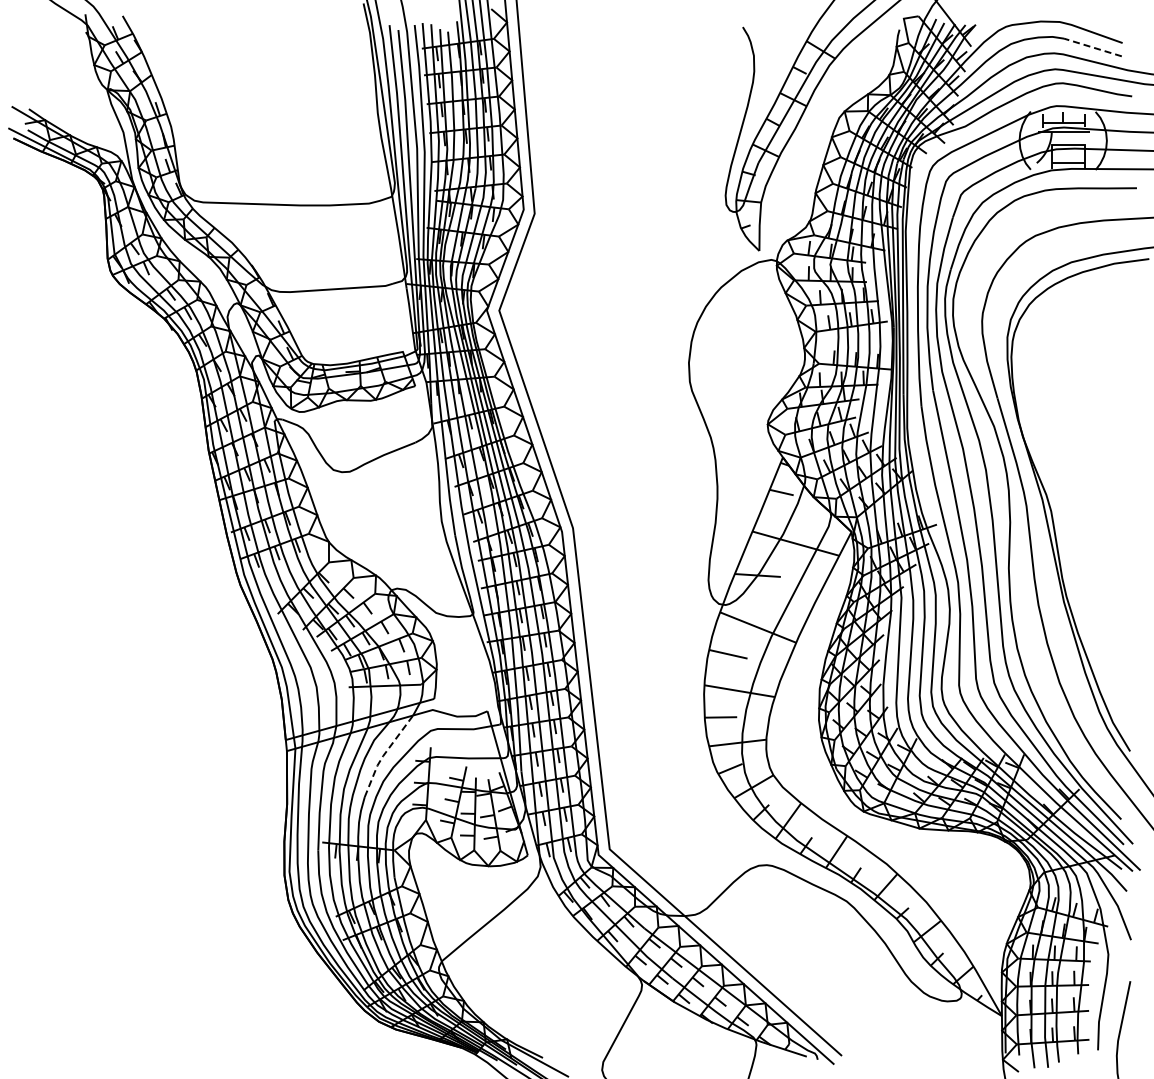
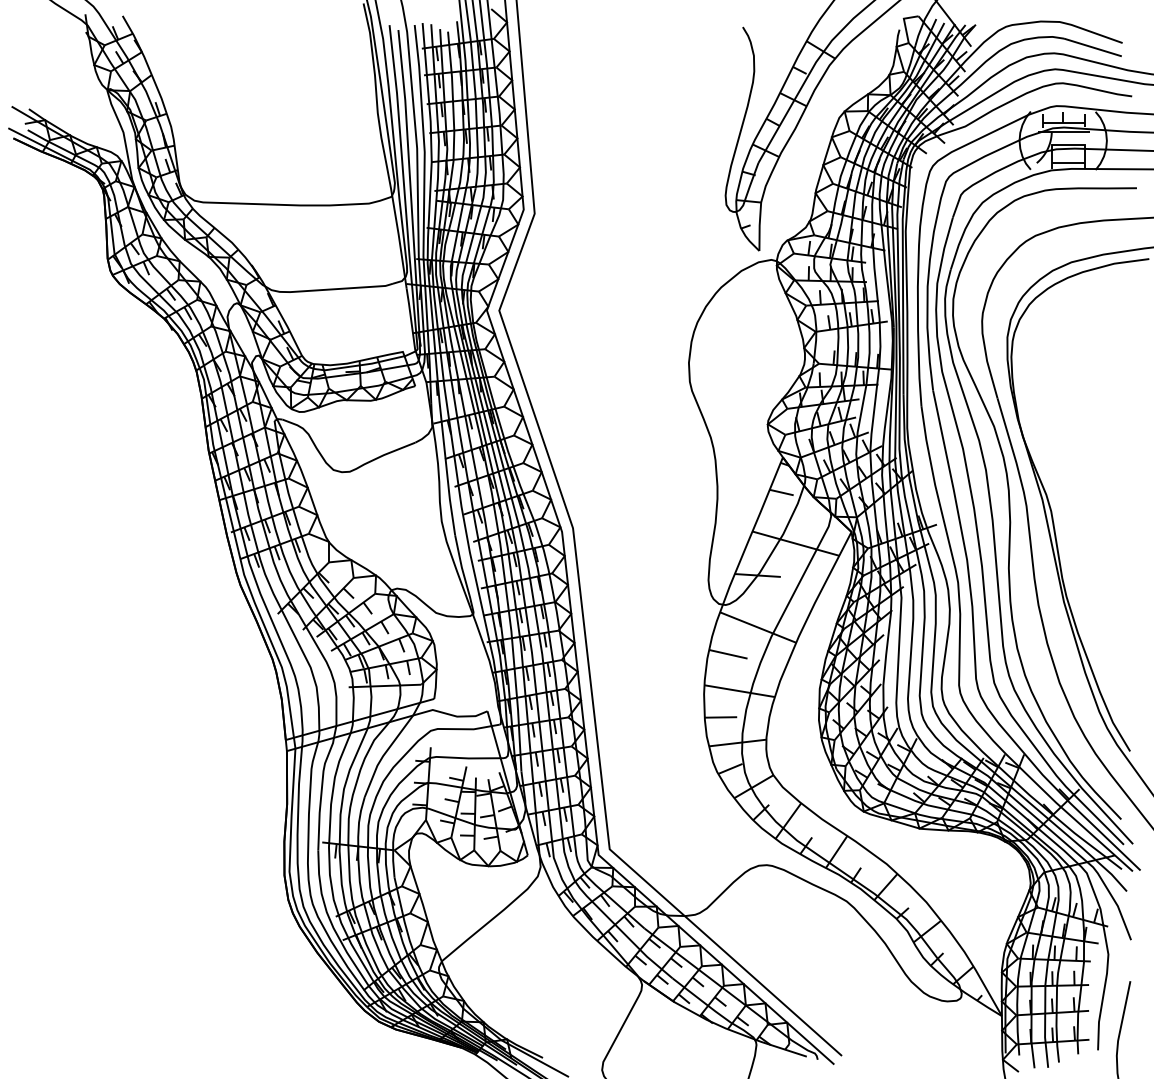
line at (1092, 47): dashed -> solid
line at (384, 754): dashed -> solid
